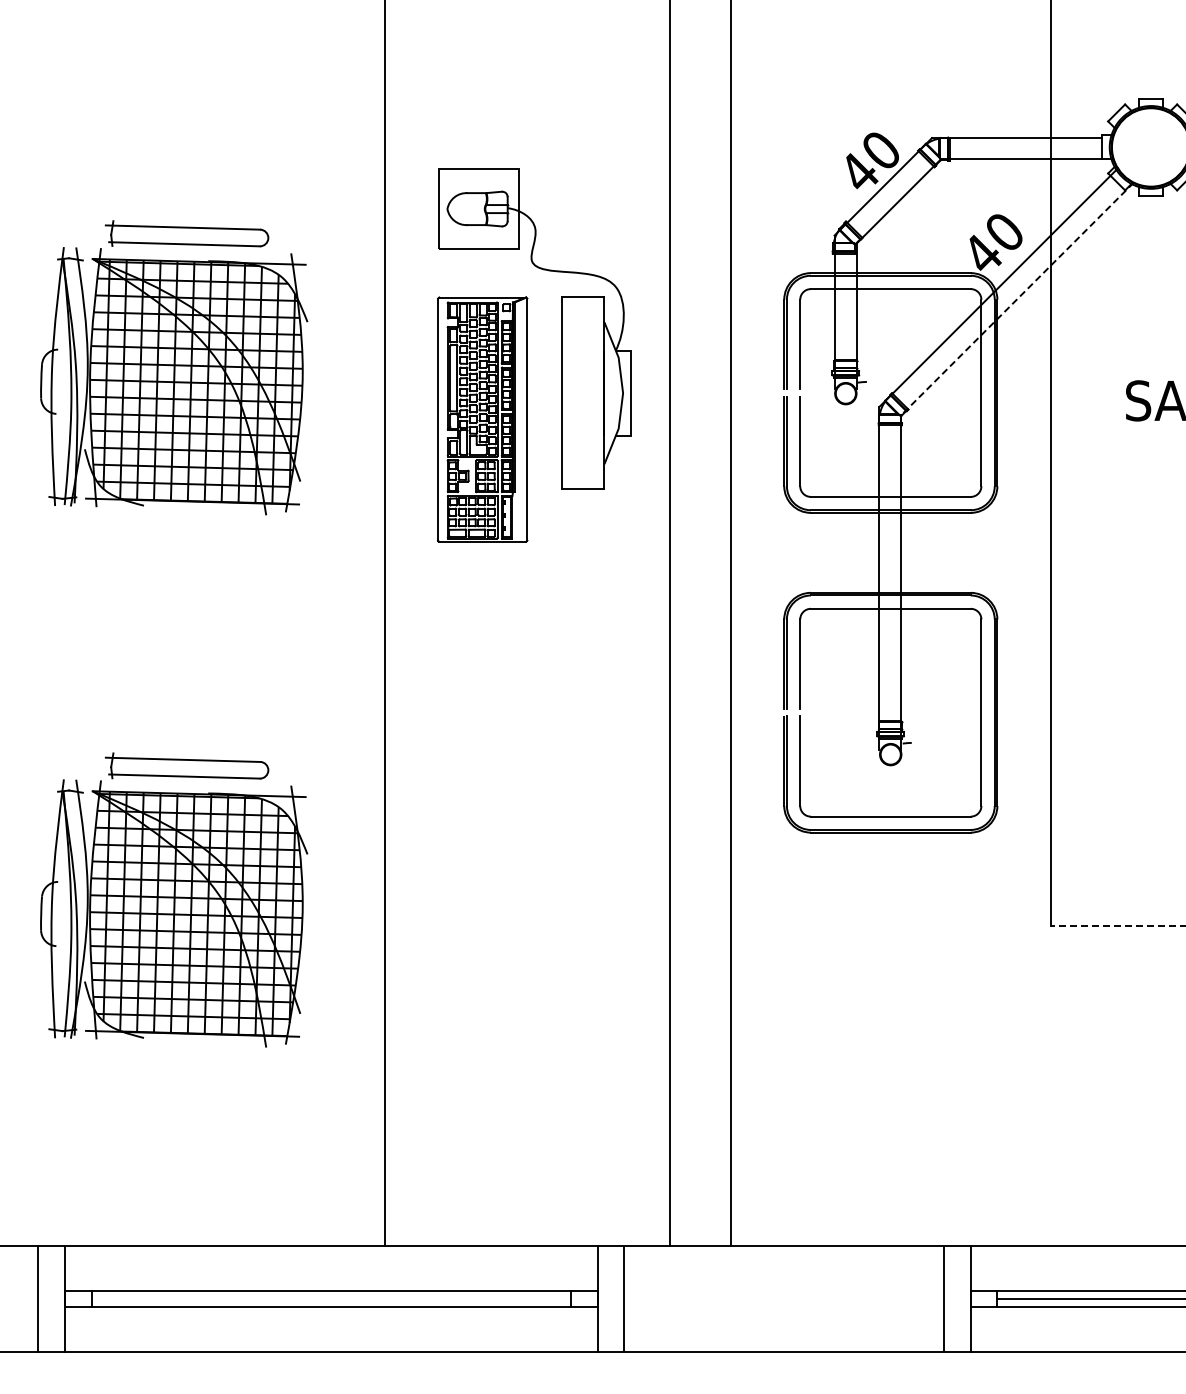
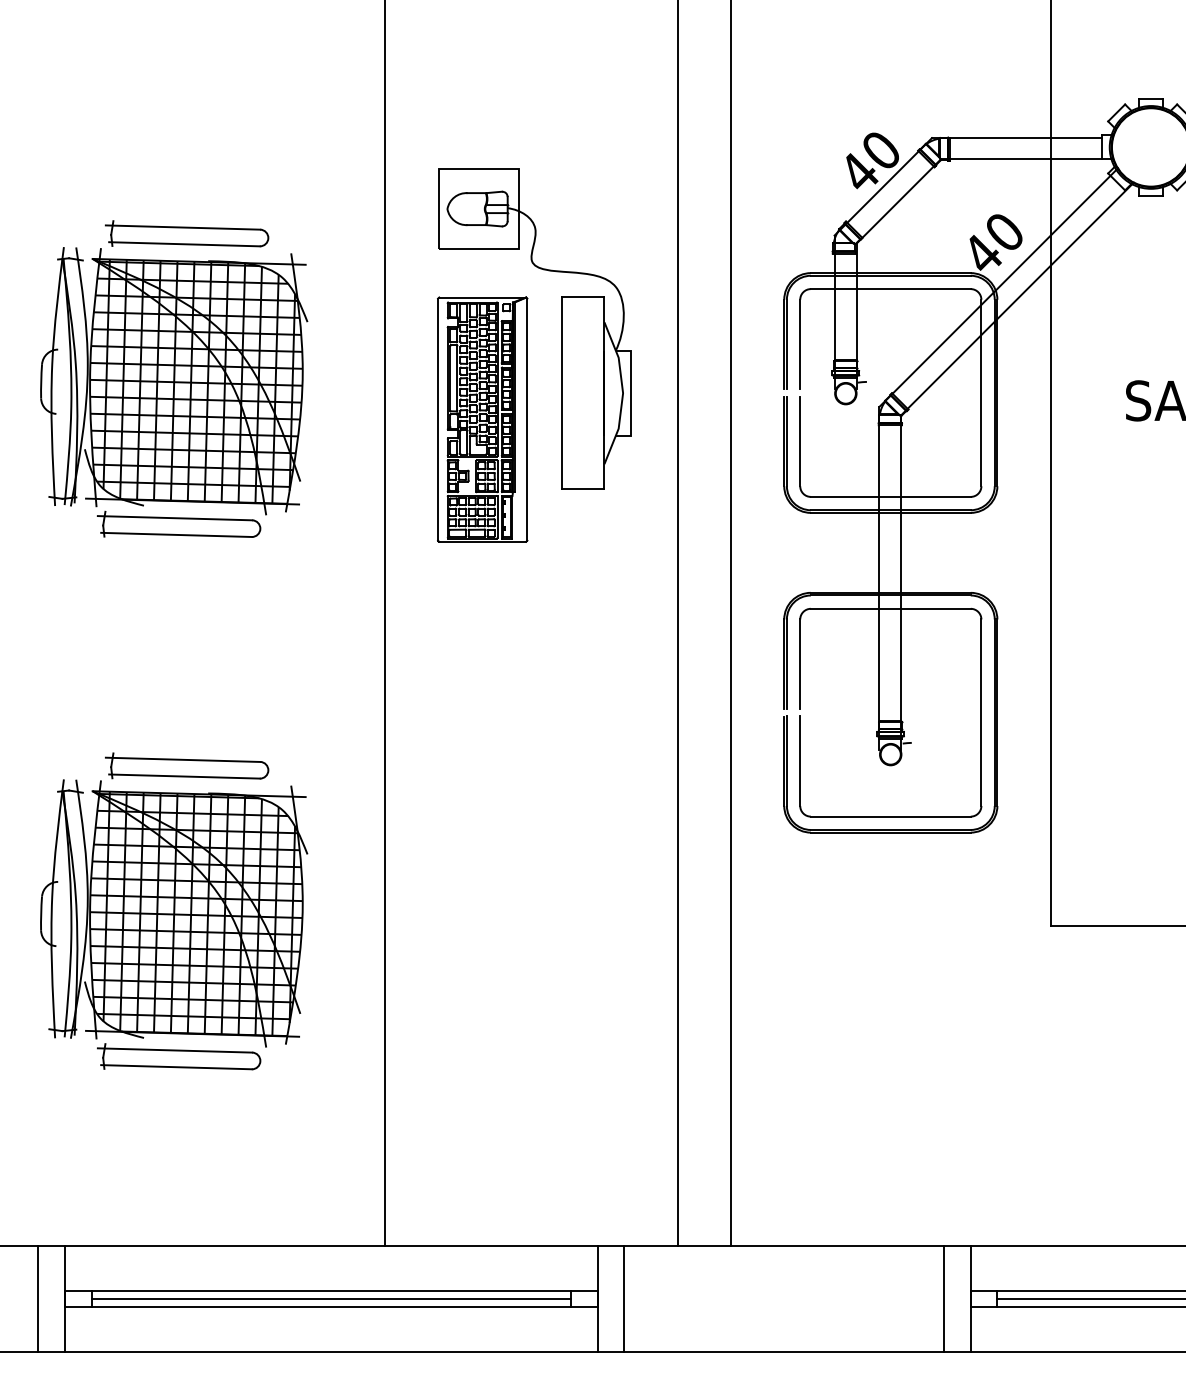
line at (1017, 299): dashed -> solid
part at (178, 523): none -> present
line at (669, 623) position: (669, 623) -> (677, 623)
line at (1117, 925): dashed -> solid
part at (179, 1056): none -> present
line at (331, 1298): none -> present
